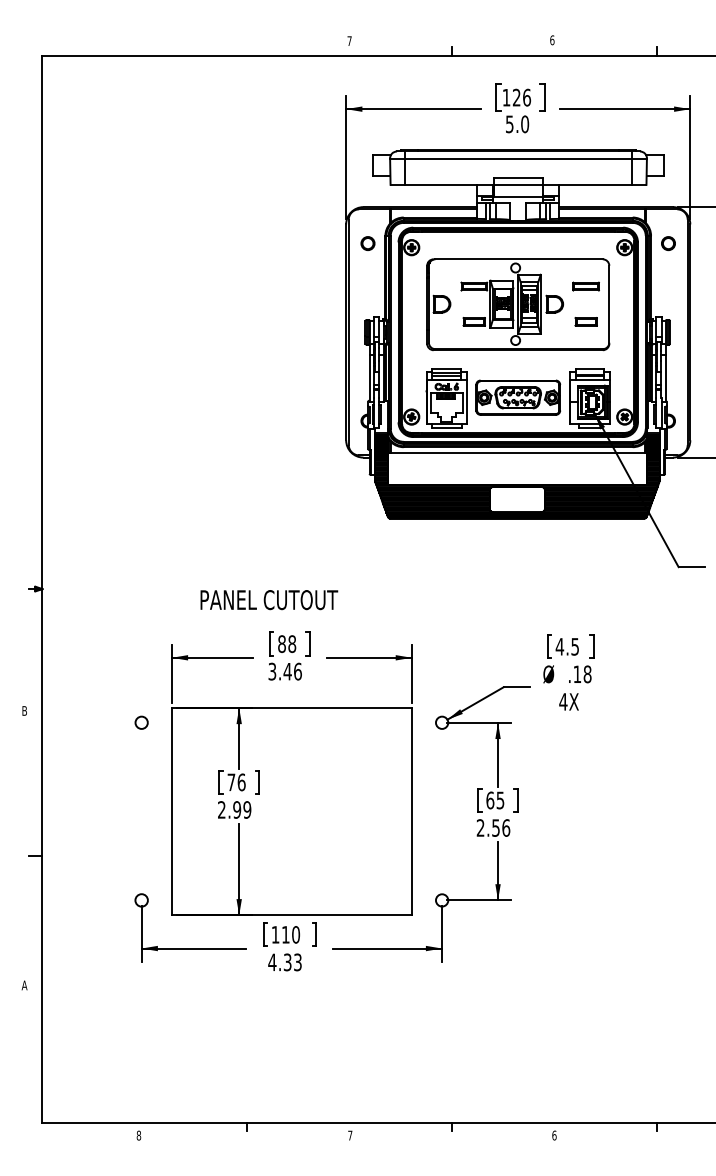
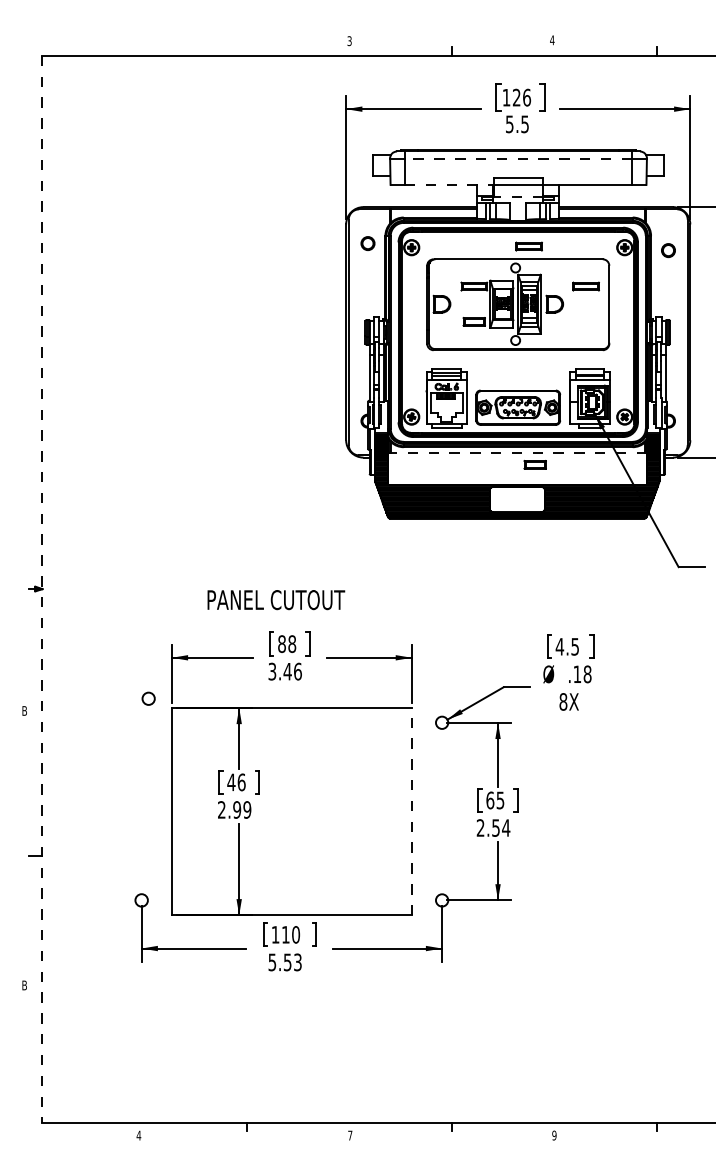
text at (552, 40): 6 -> 4
text at (349, 41): 7 -> 3
text at (525, 124): 5.0 -> 5.5
line at (518, 158): solid -> dashed
line at (449, 184): solid -> dashed
line at (518, 197): solid -> dashed
circle at (668, 243) position: (668, 243) -> (668, 250)
part at (528, 246): none -> present
part at (585, 321) position: (585, 321) -> (534, 464)
part at (518, 397) position: (518, 397) -> (518, 407)
line at (517, 452): solid -> dashed
line at (42, 589): solid -> dashed
text at (269, 600) position: (269, 600) -> (276, 600)
text at (563, 701): 4X -> 8X
circle at (141, 722) position: (141, 722) -> (148, 698)
text at (231, 782): 76 -> 46
line at (411, 811): solid -> dashed
text at (506, 827): 2.56 -> 2.54
text at (279, 962): 4.33 -> 5.53
text at (24, 985): A -> B
text at (138, 1135): 8 -> 4
text at (554, 1135): 6 -> 9
